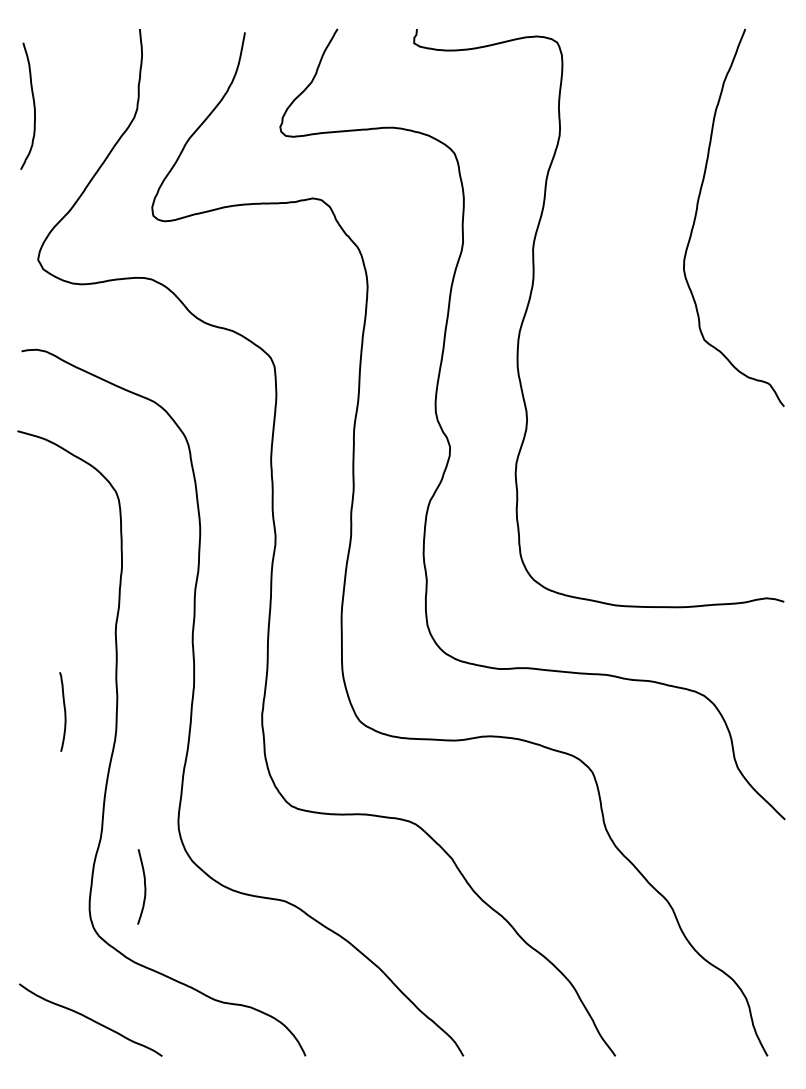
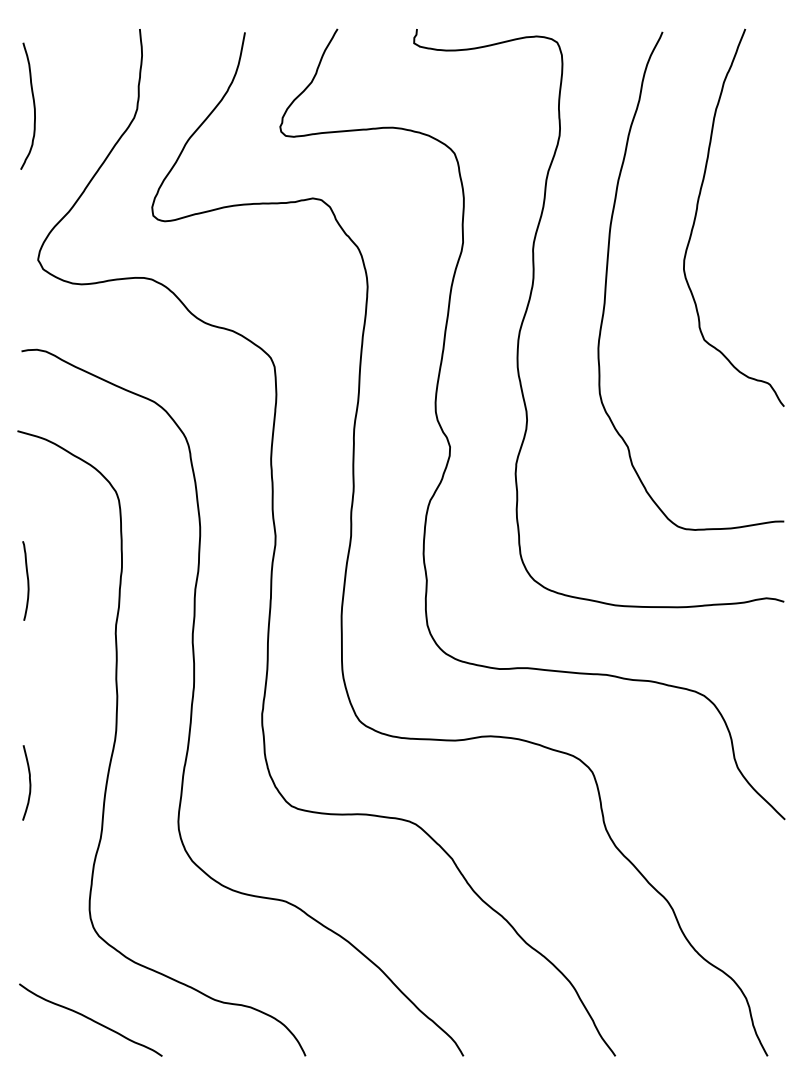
curve at (607, 278): none -> present
curve at (64, 711) position: (64, 711) -> (27, 580)
curve at (144, 886) position: (144, 886) -> (29, 782)
